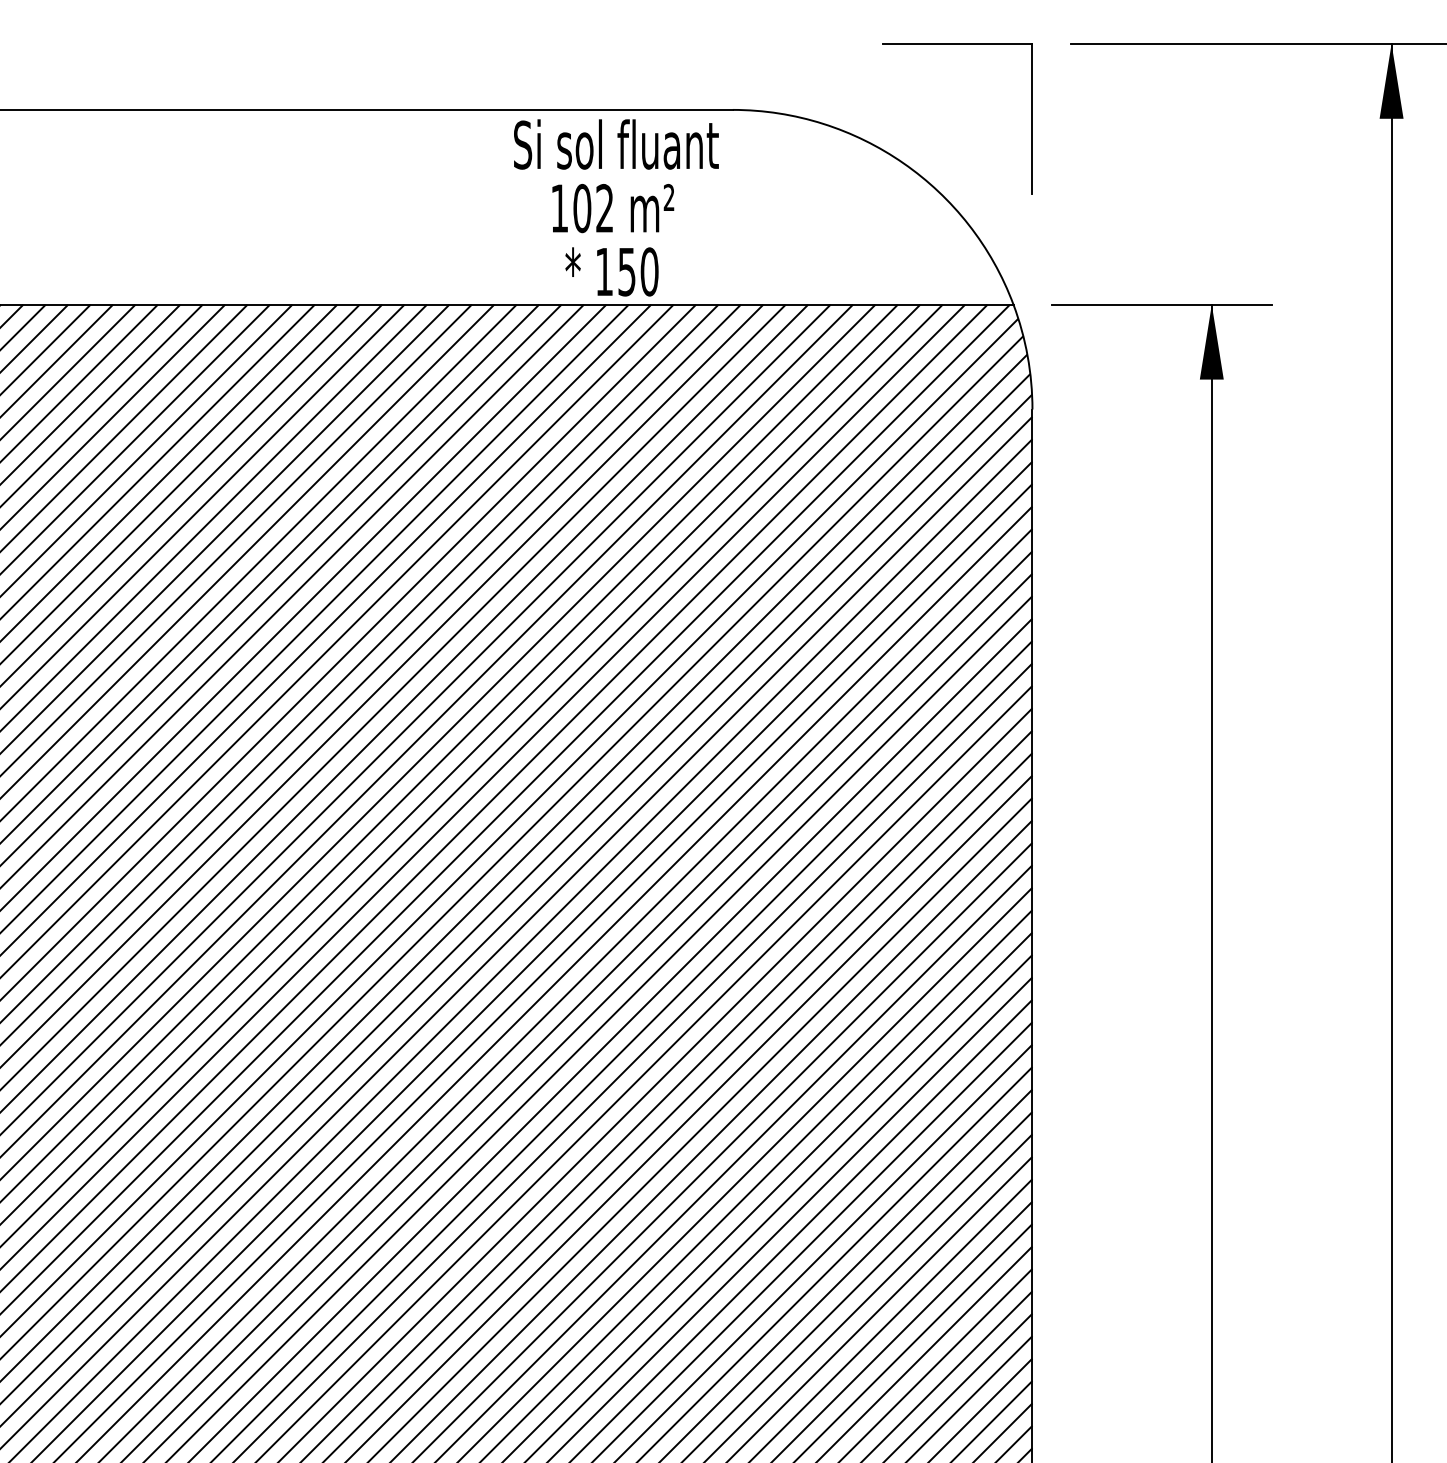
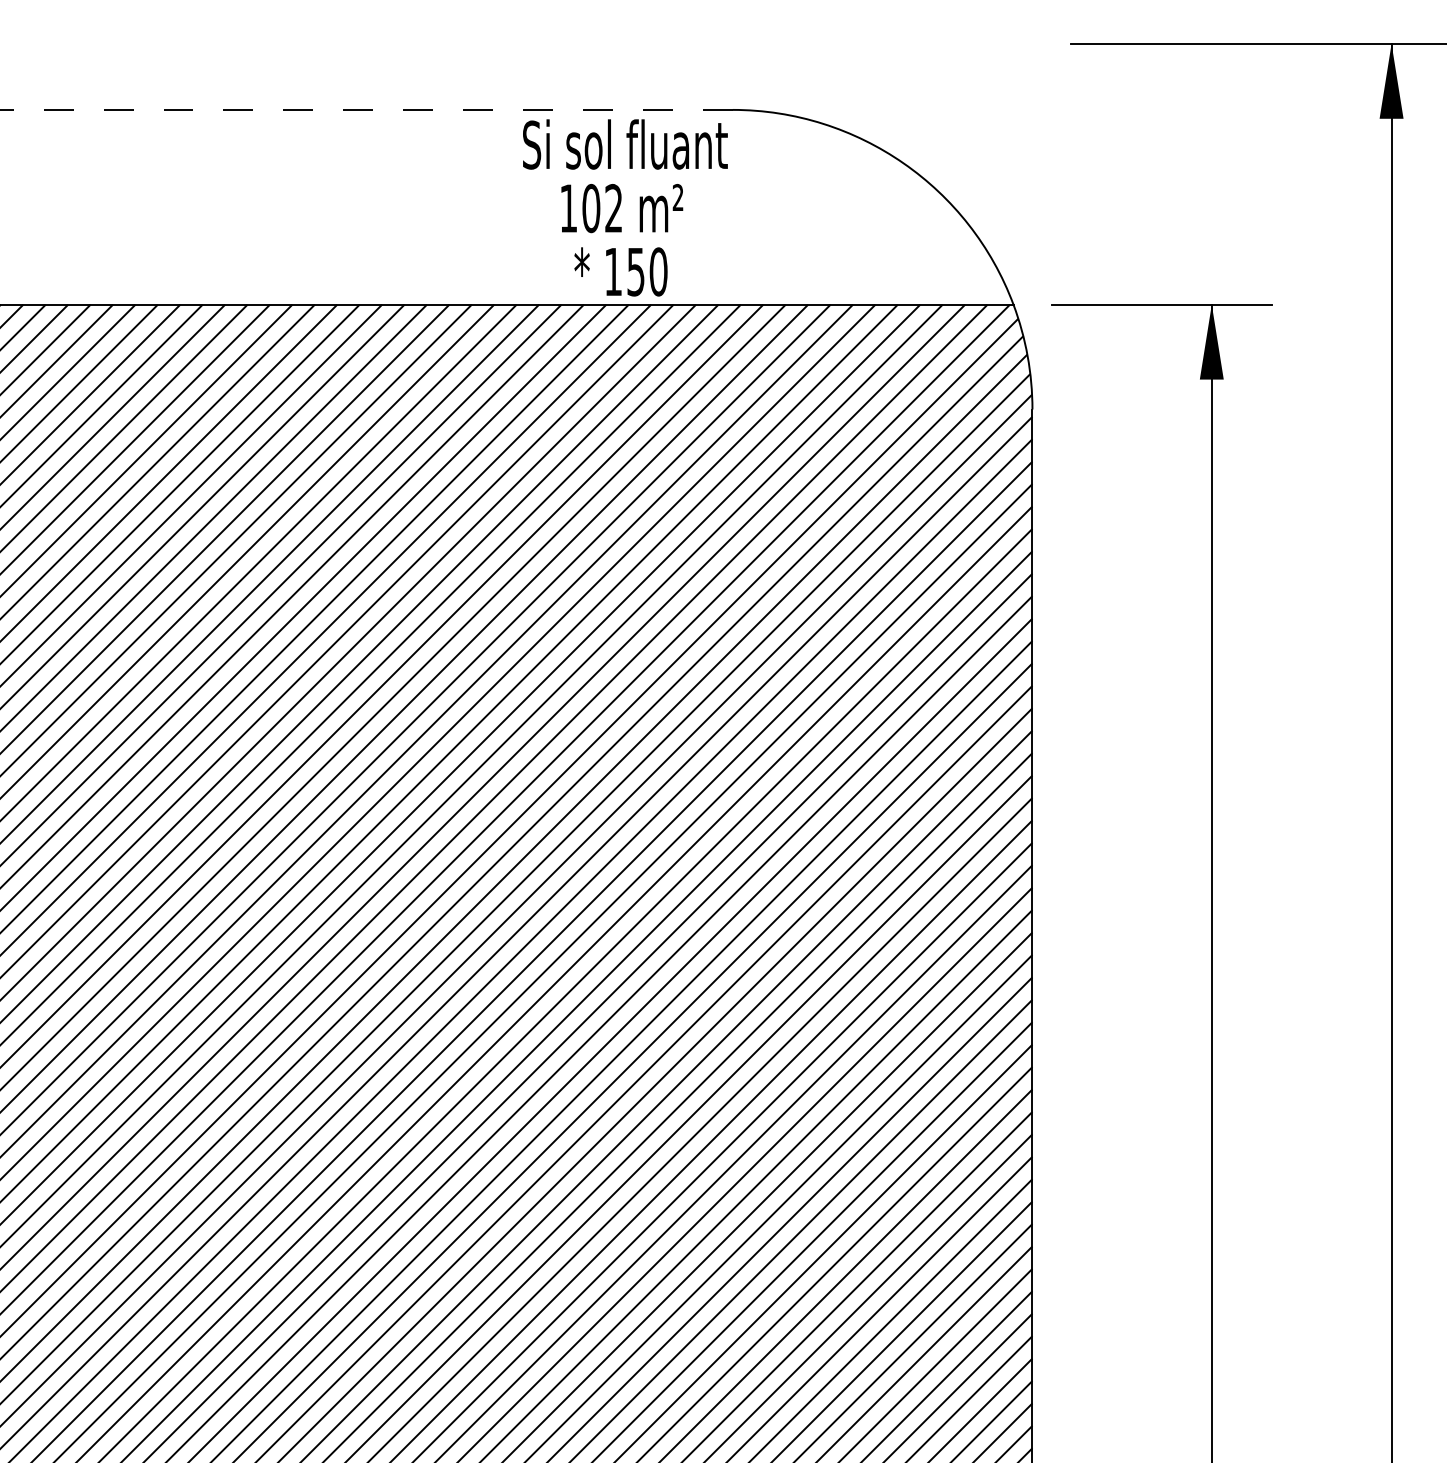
part at (957, 44): present -> none
line at (366, 109): solid -> dashed
text at (616, 207) position: (616, 207) -> (625, 207)
